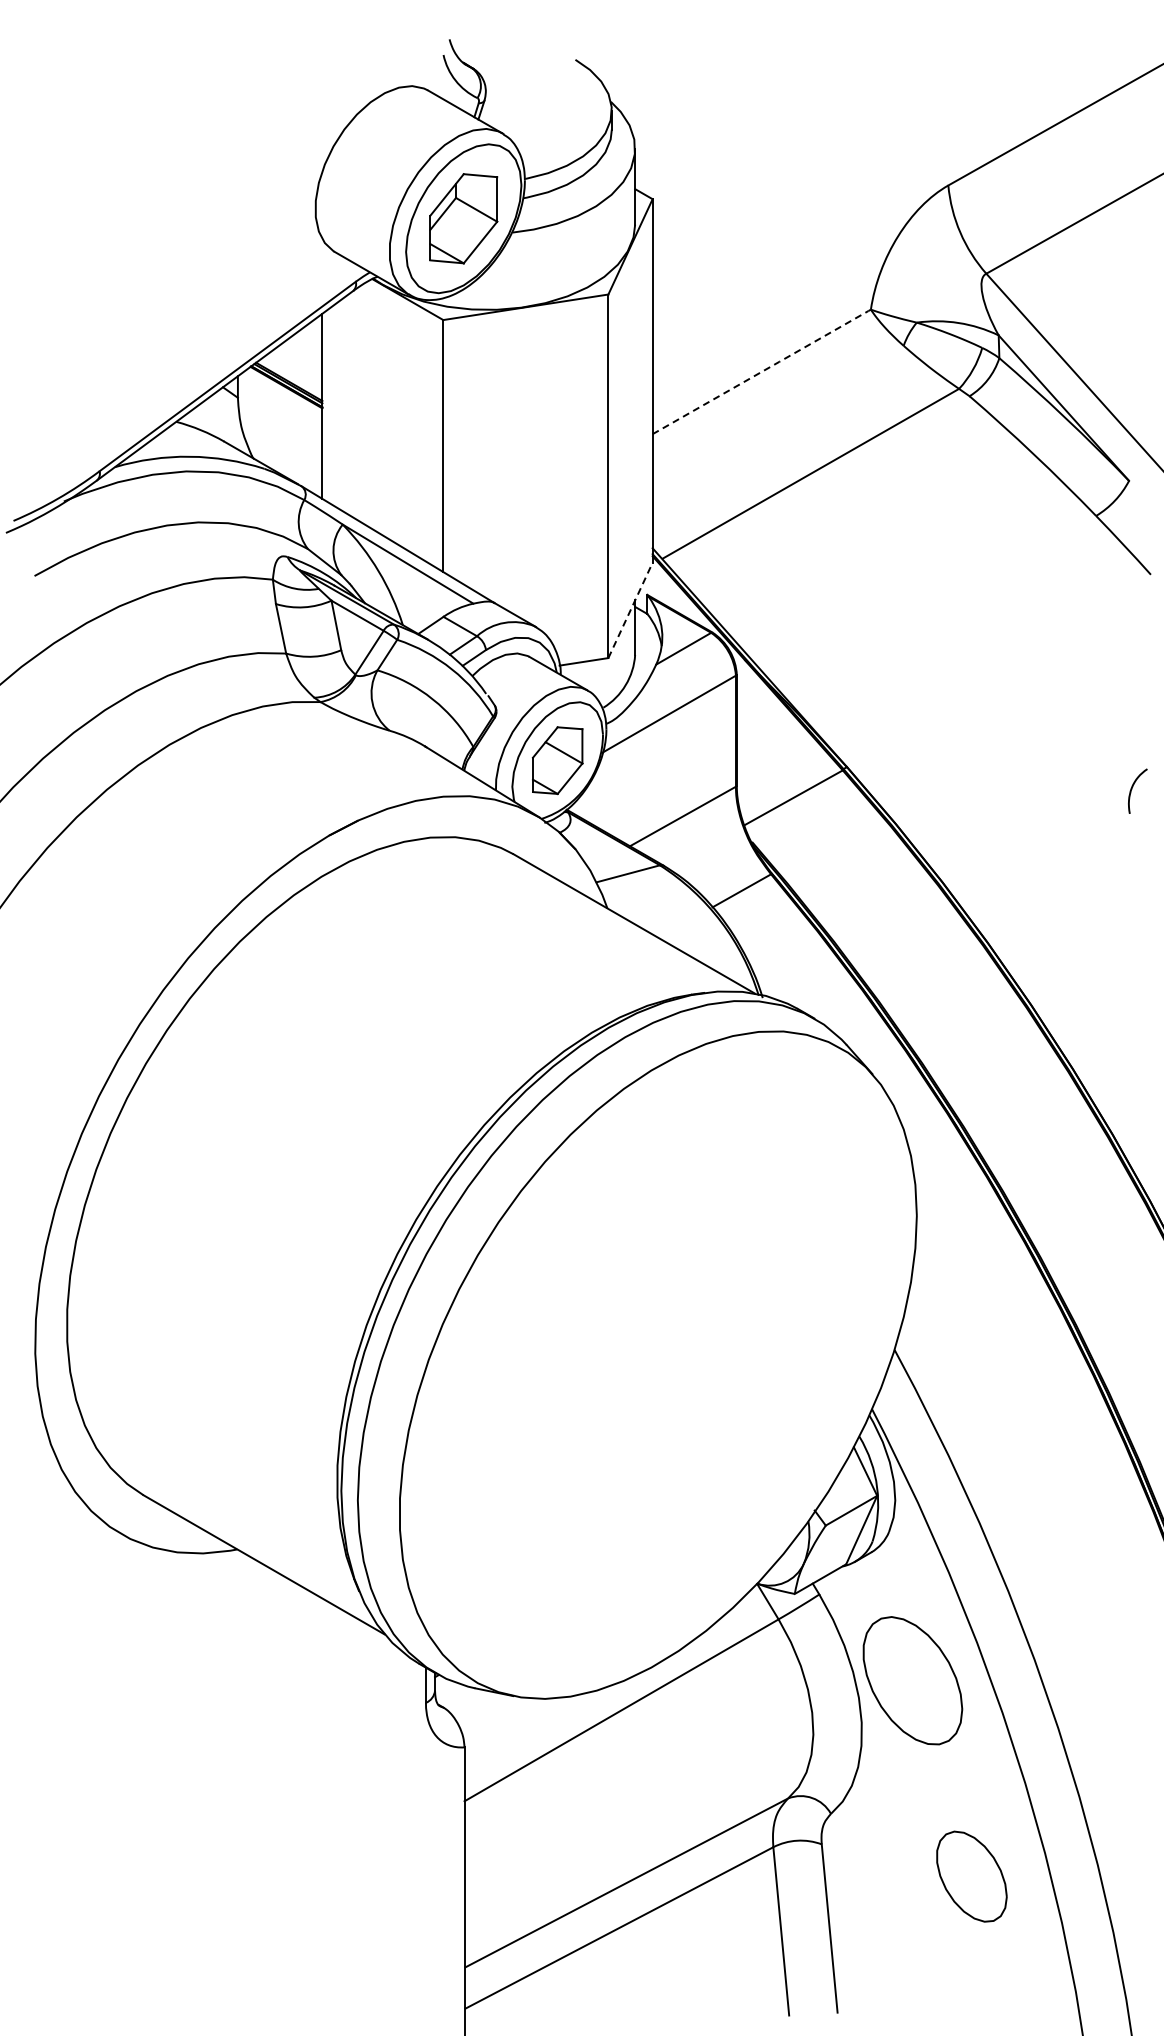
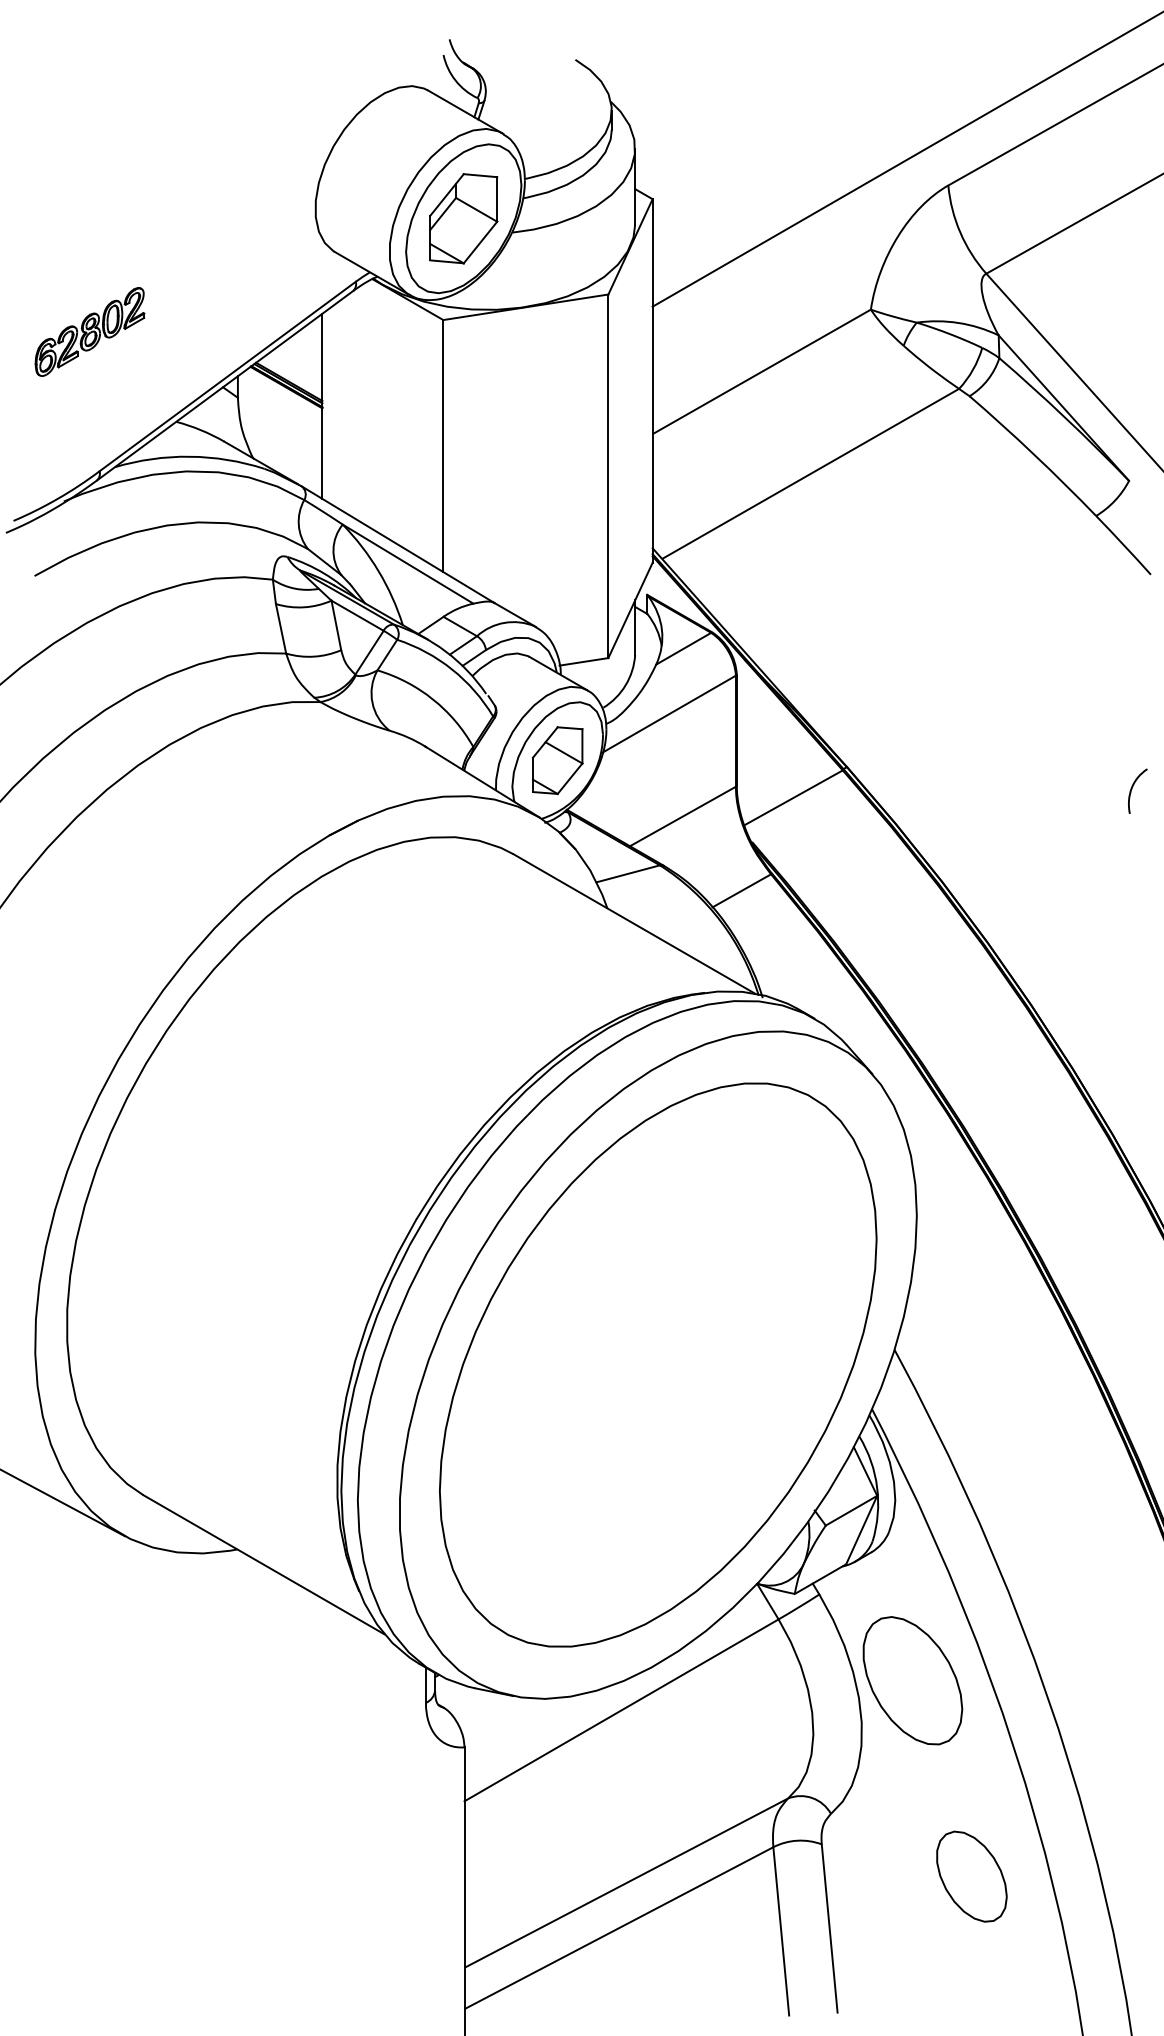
line at (906, 159): none -> present
part at (89, 331): none -> present
line at (762, 371): dashed -> solid
line at (630, 610): dashed -> solid
part at (658, 1364): none -> present
line at (63, 1503): none -> present
